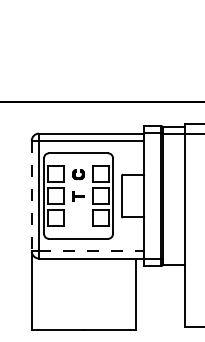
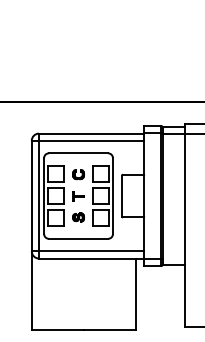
line at (31, 196): dashed -> solid
part at (78, 217): none -> present
line at (91, 251): dashed -> solid
